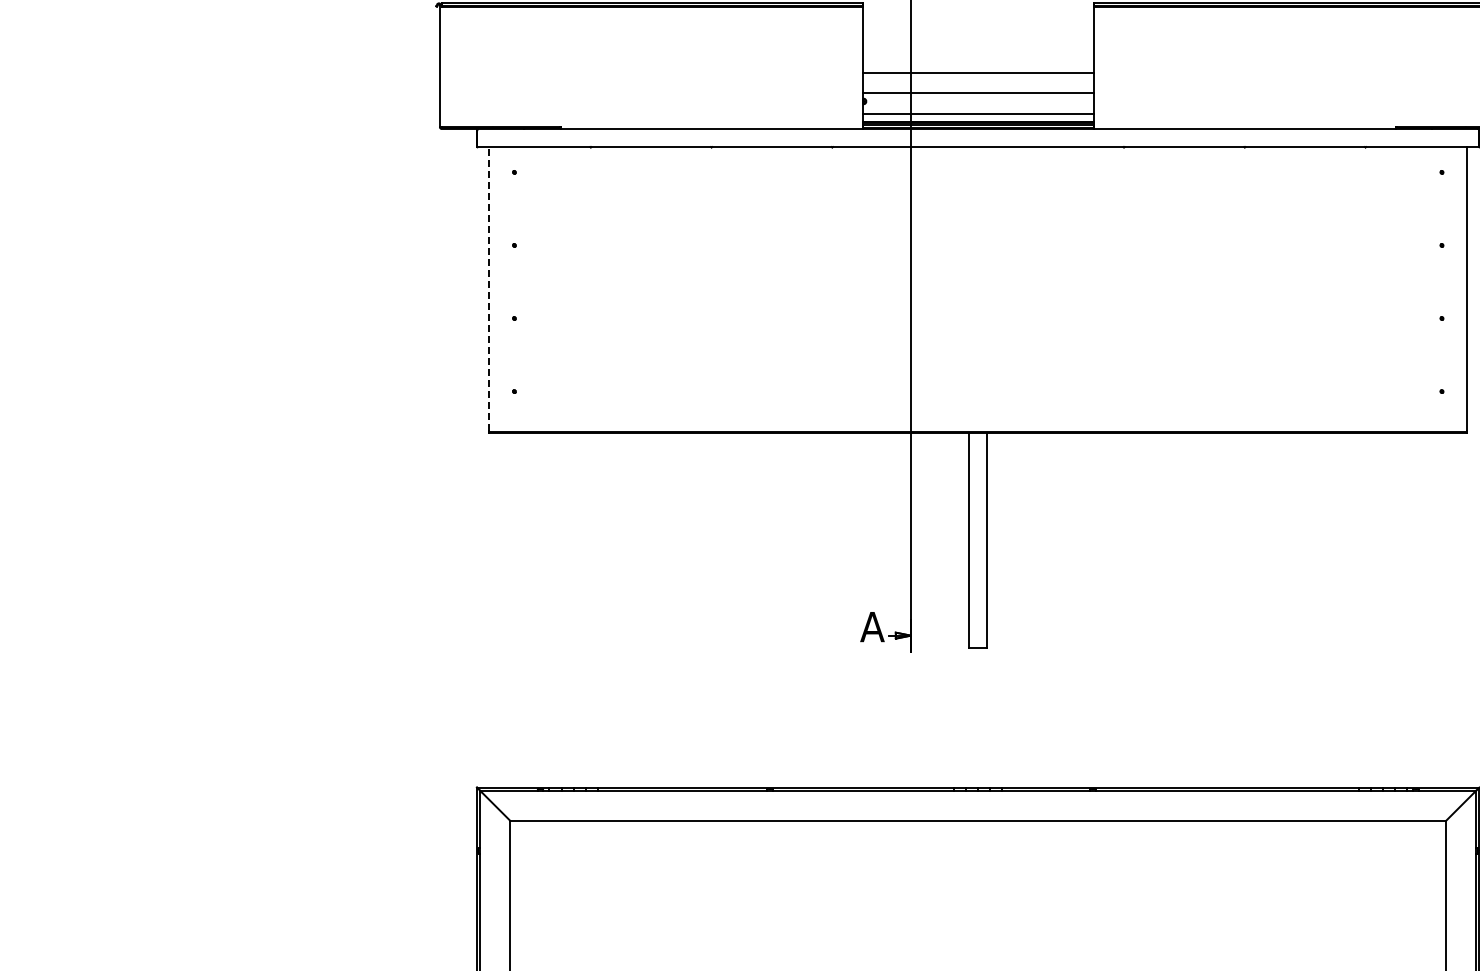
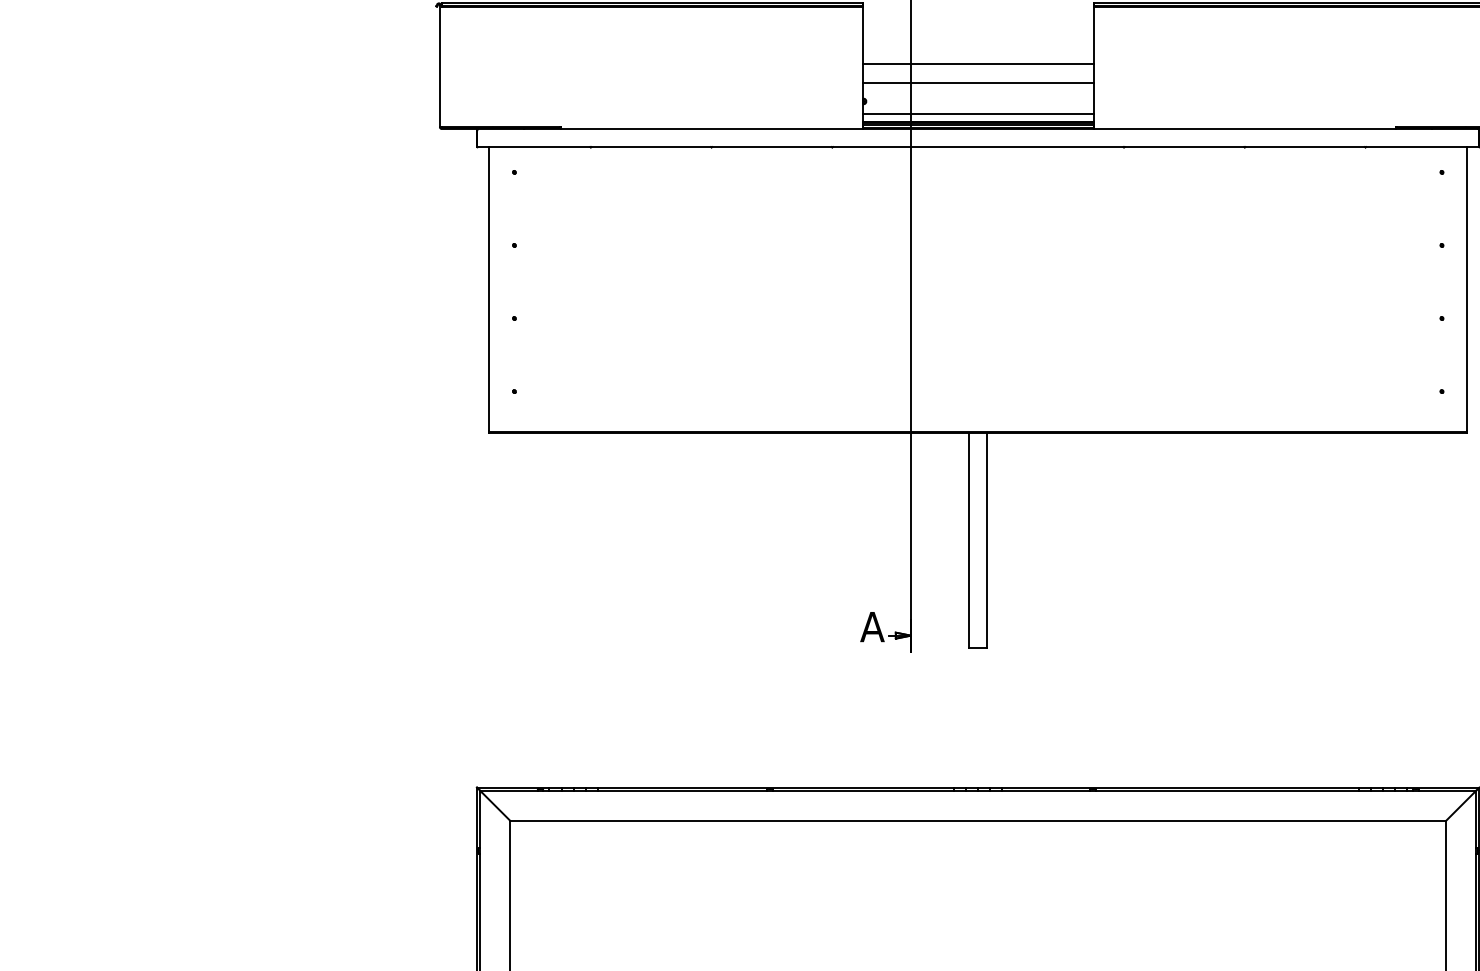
line at (977, 73) position: (977, 73) -> (977, 64)
line at (977, 93) position: (977, 93) -> (977, 83)
line at (489, 288): dashed -> solid
